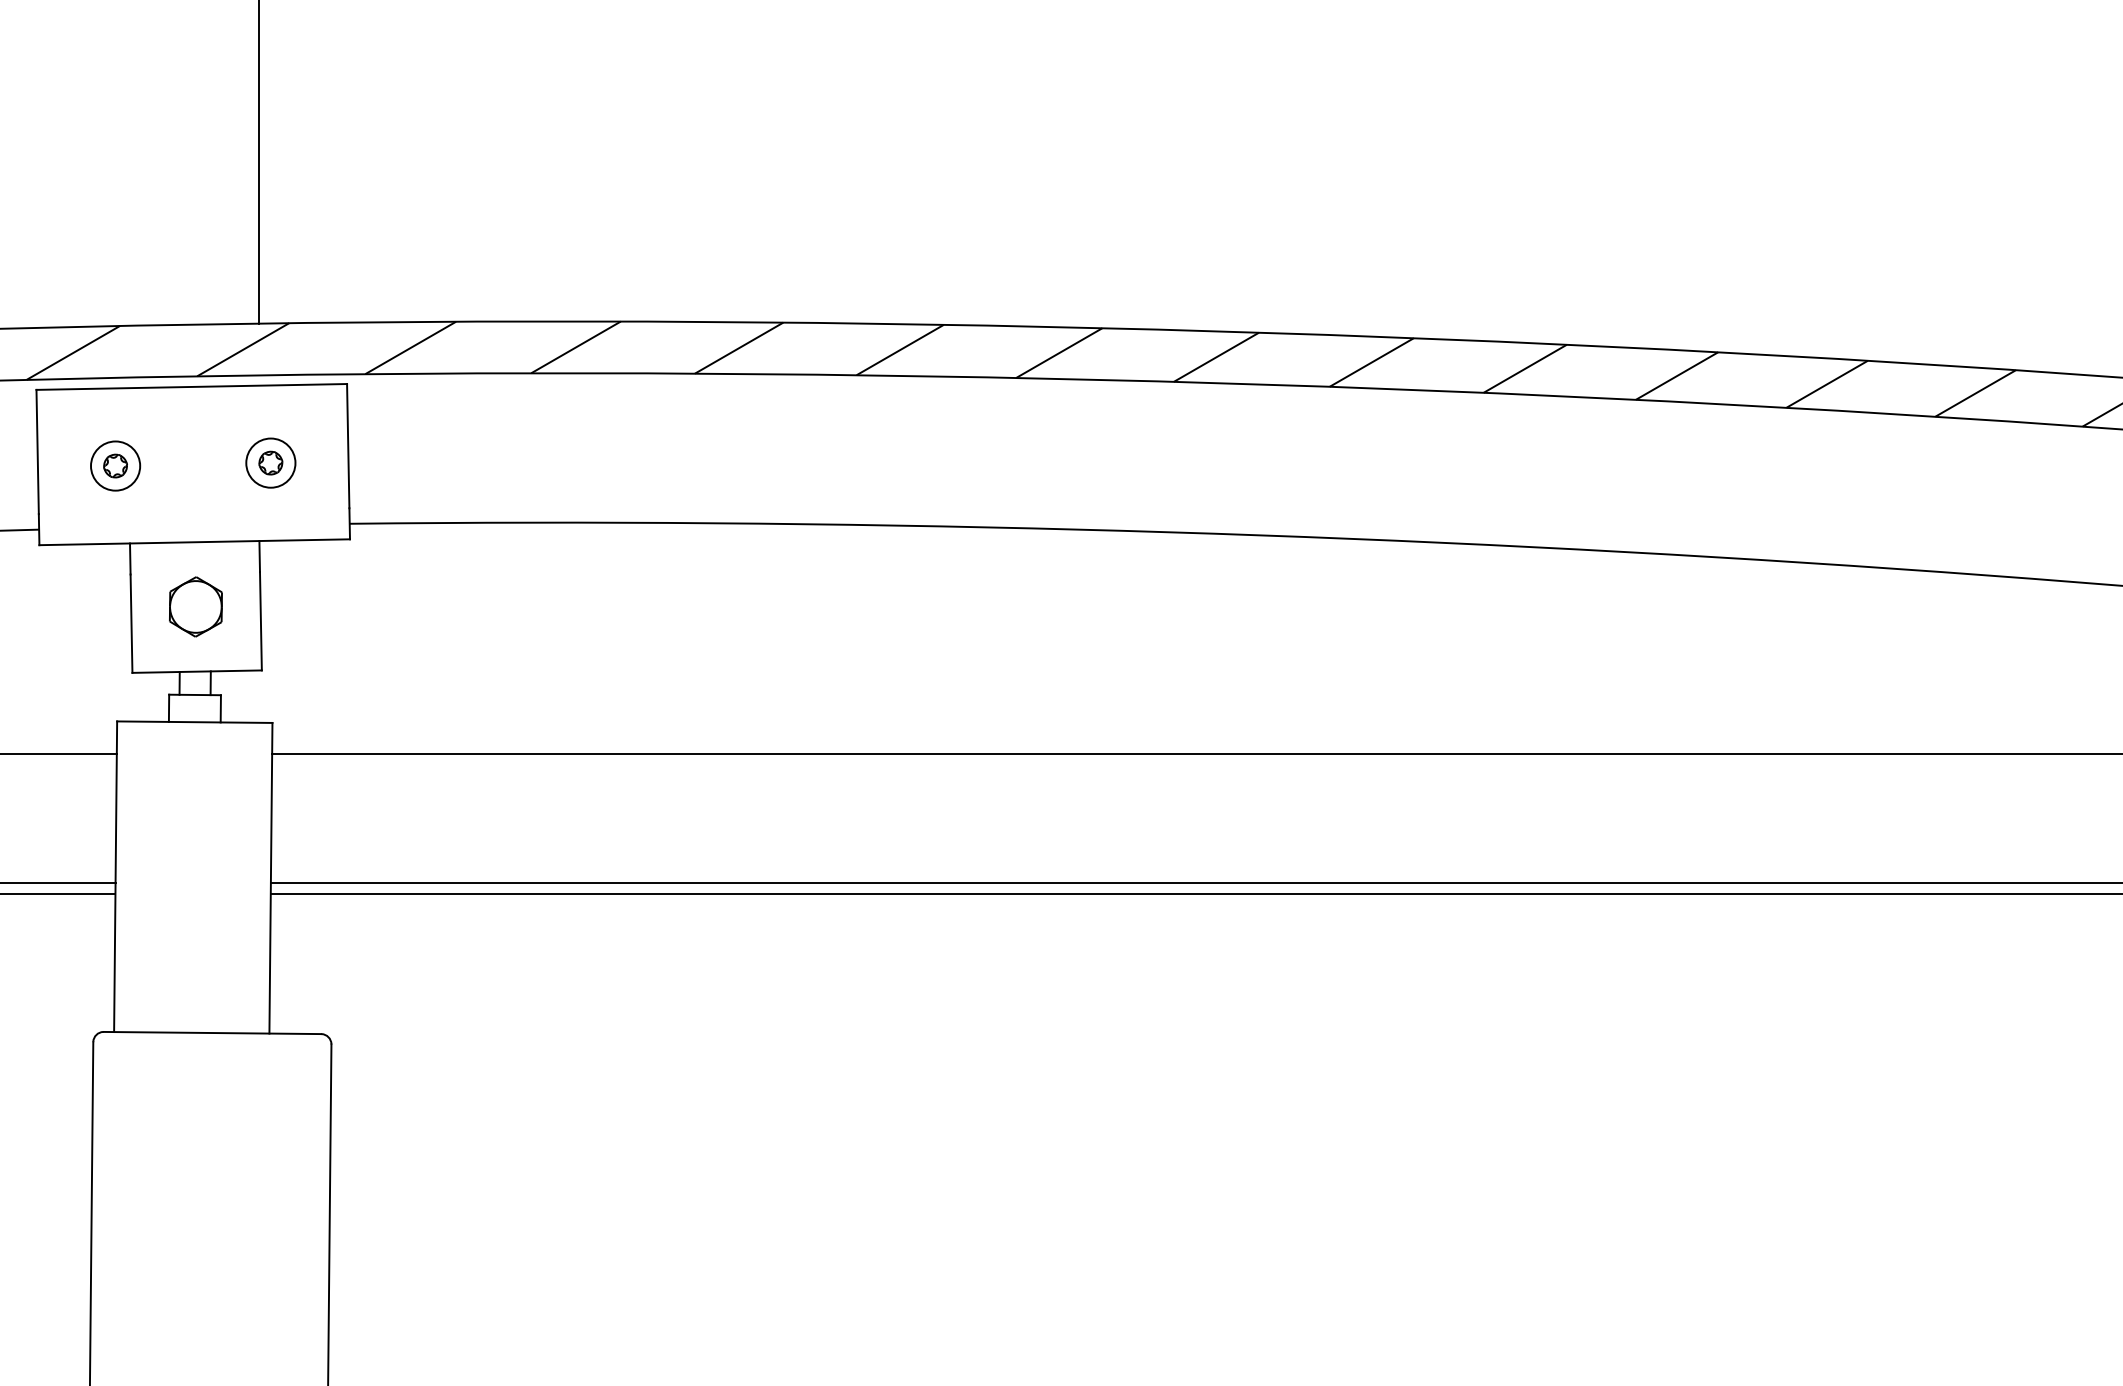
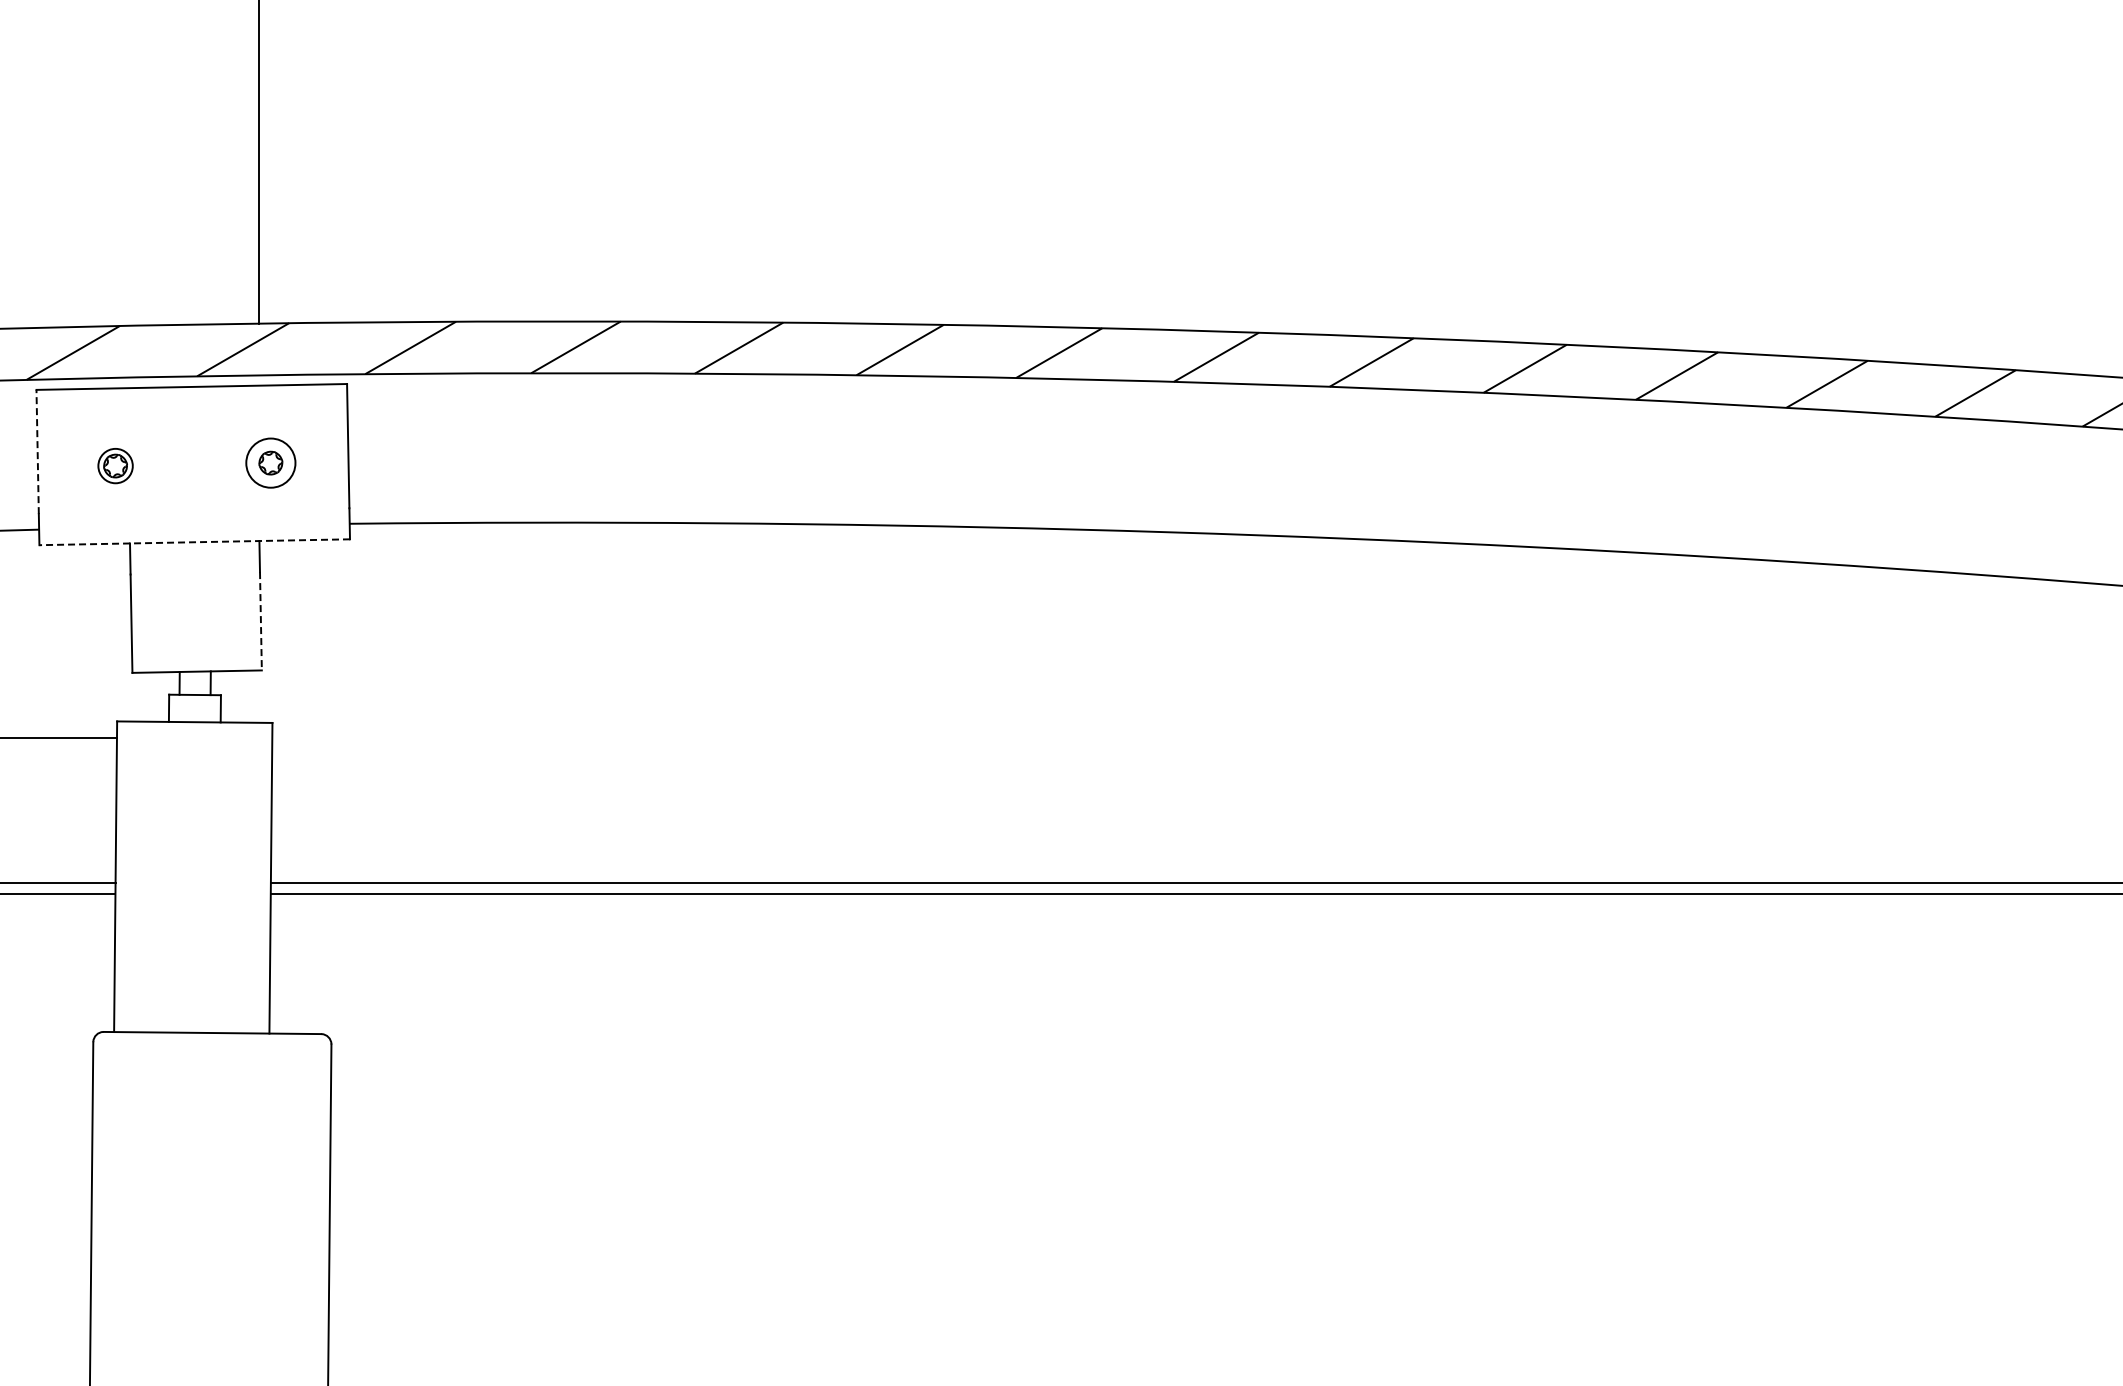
line at (37, 451): solid -> dashed
circle at (115, 465) diameter: 49 px -> 34 px
line at (194, 542): solid -> dashed
part at (195, 606): present -> none
line at (260, 621): solid -> dashed
line at (59, 753) position: (59, 753) -> (59, 737)
line at (1195, 753): present -> none
